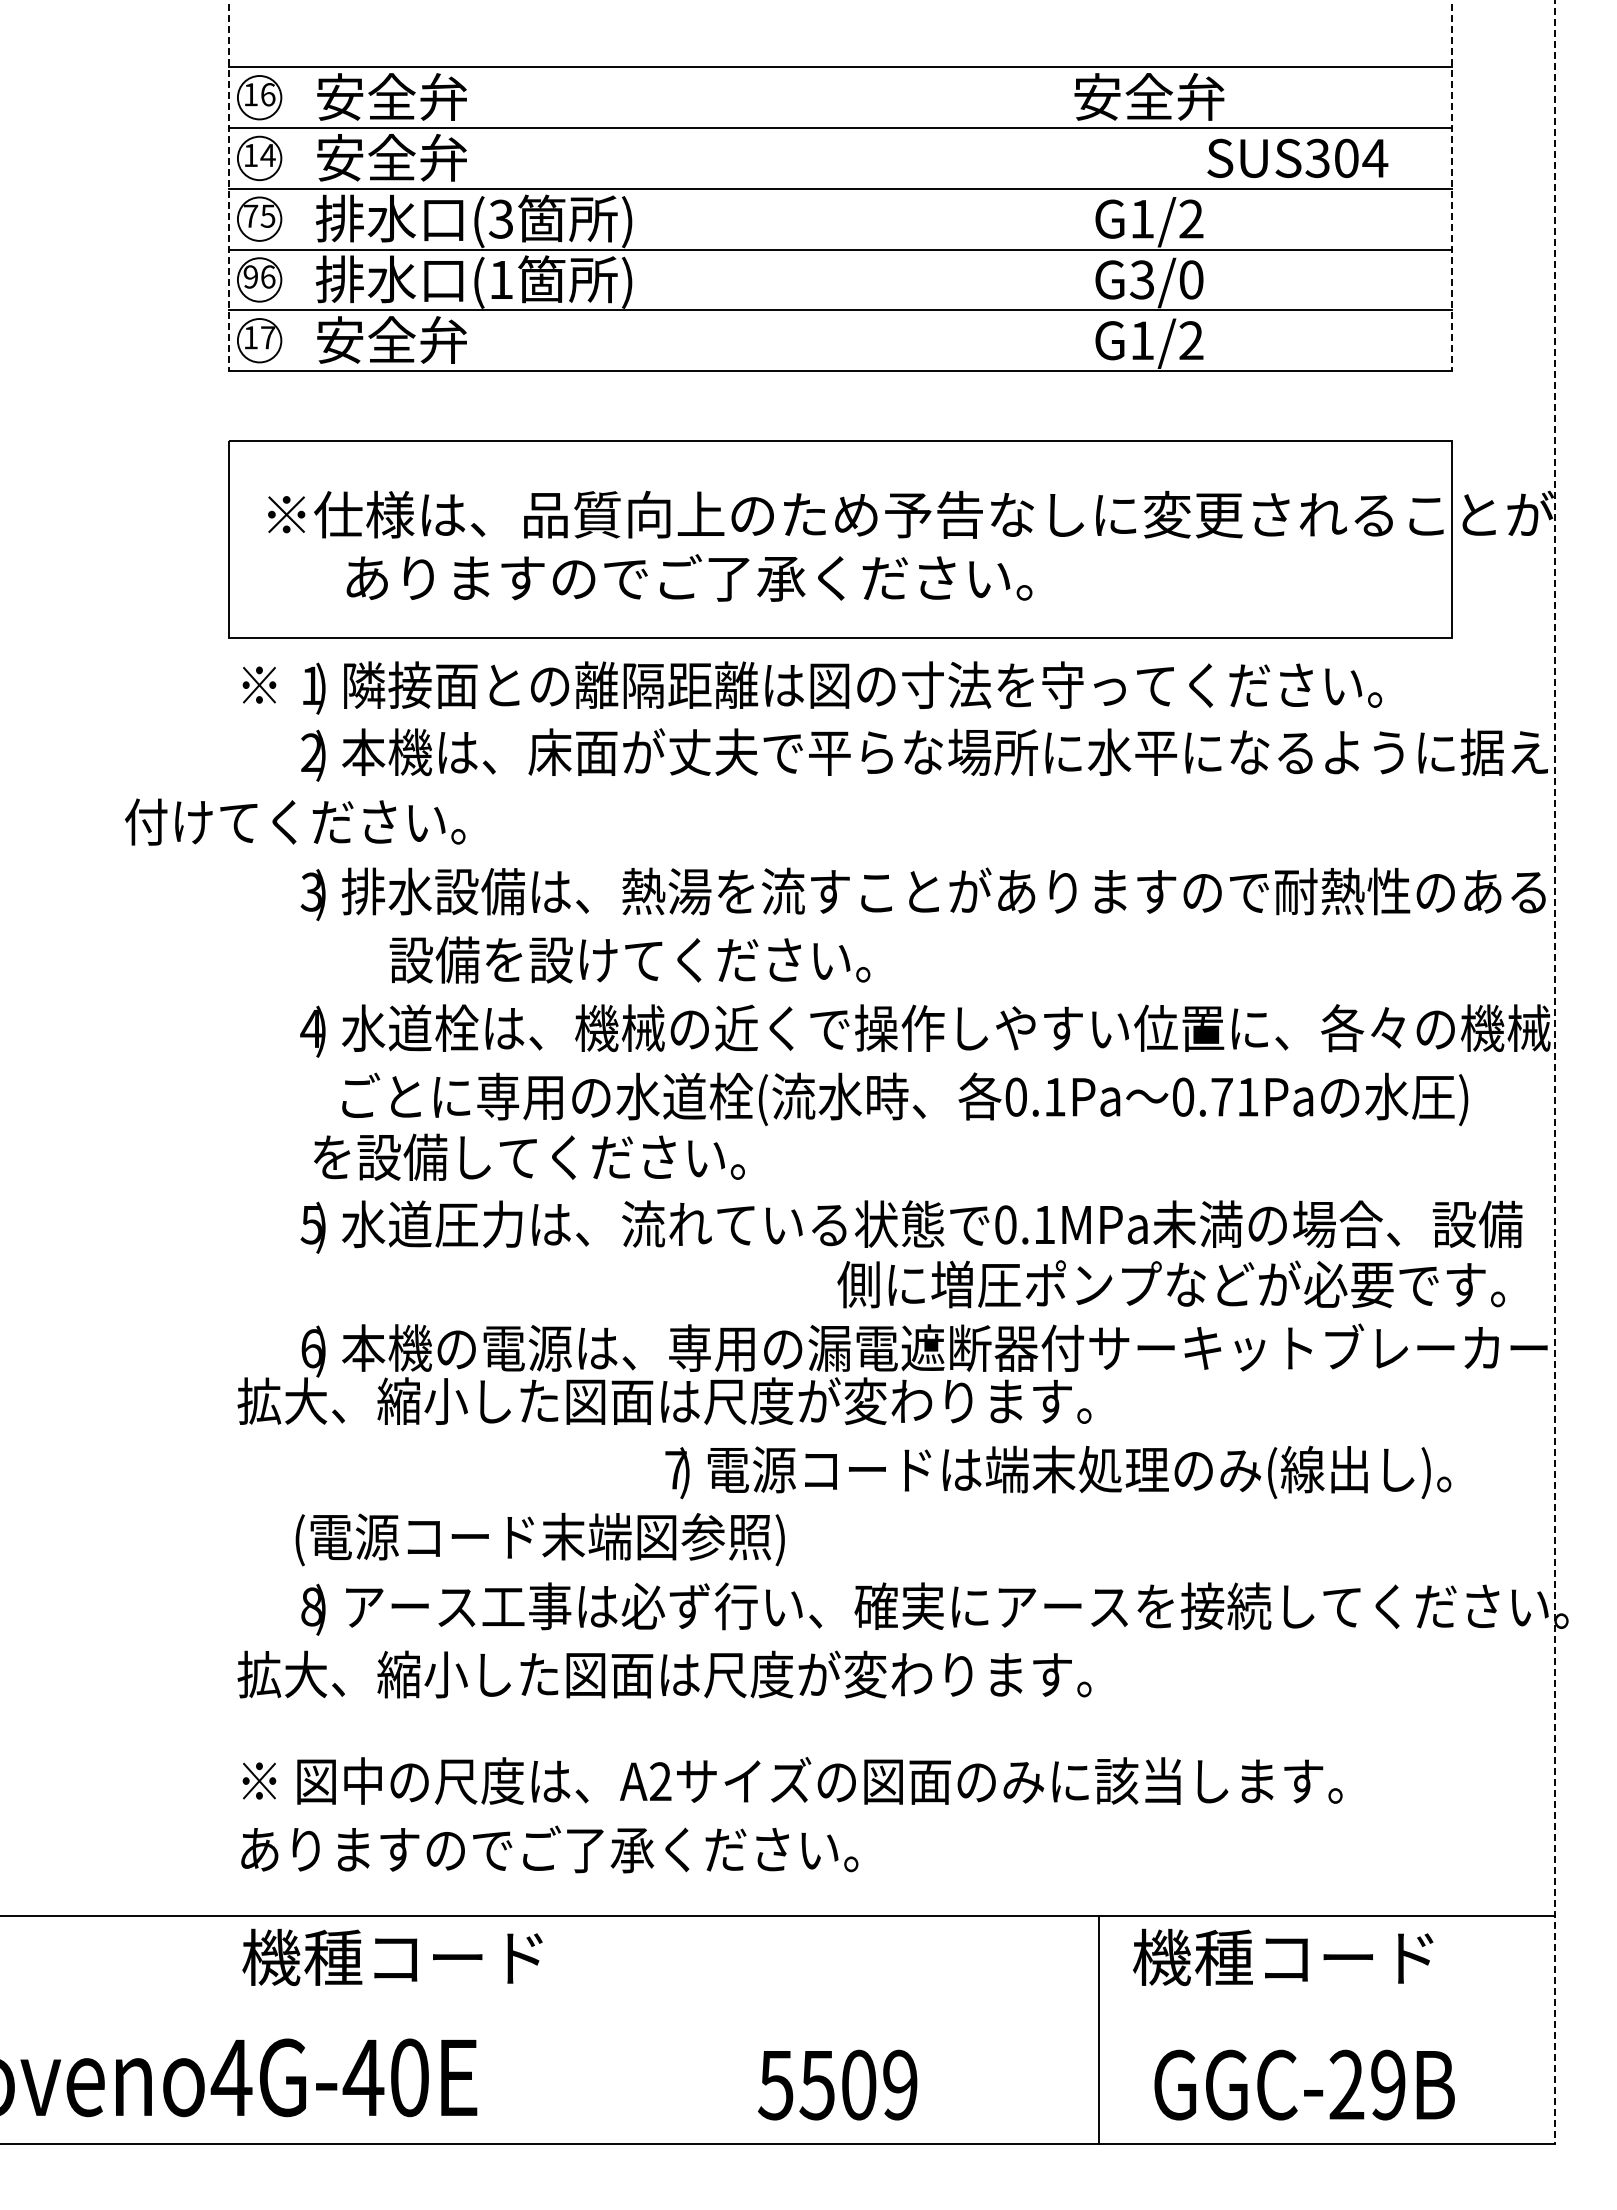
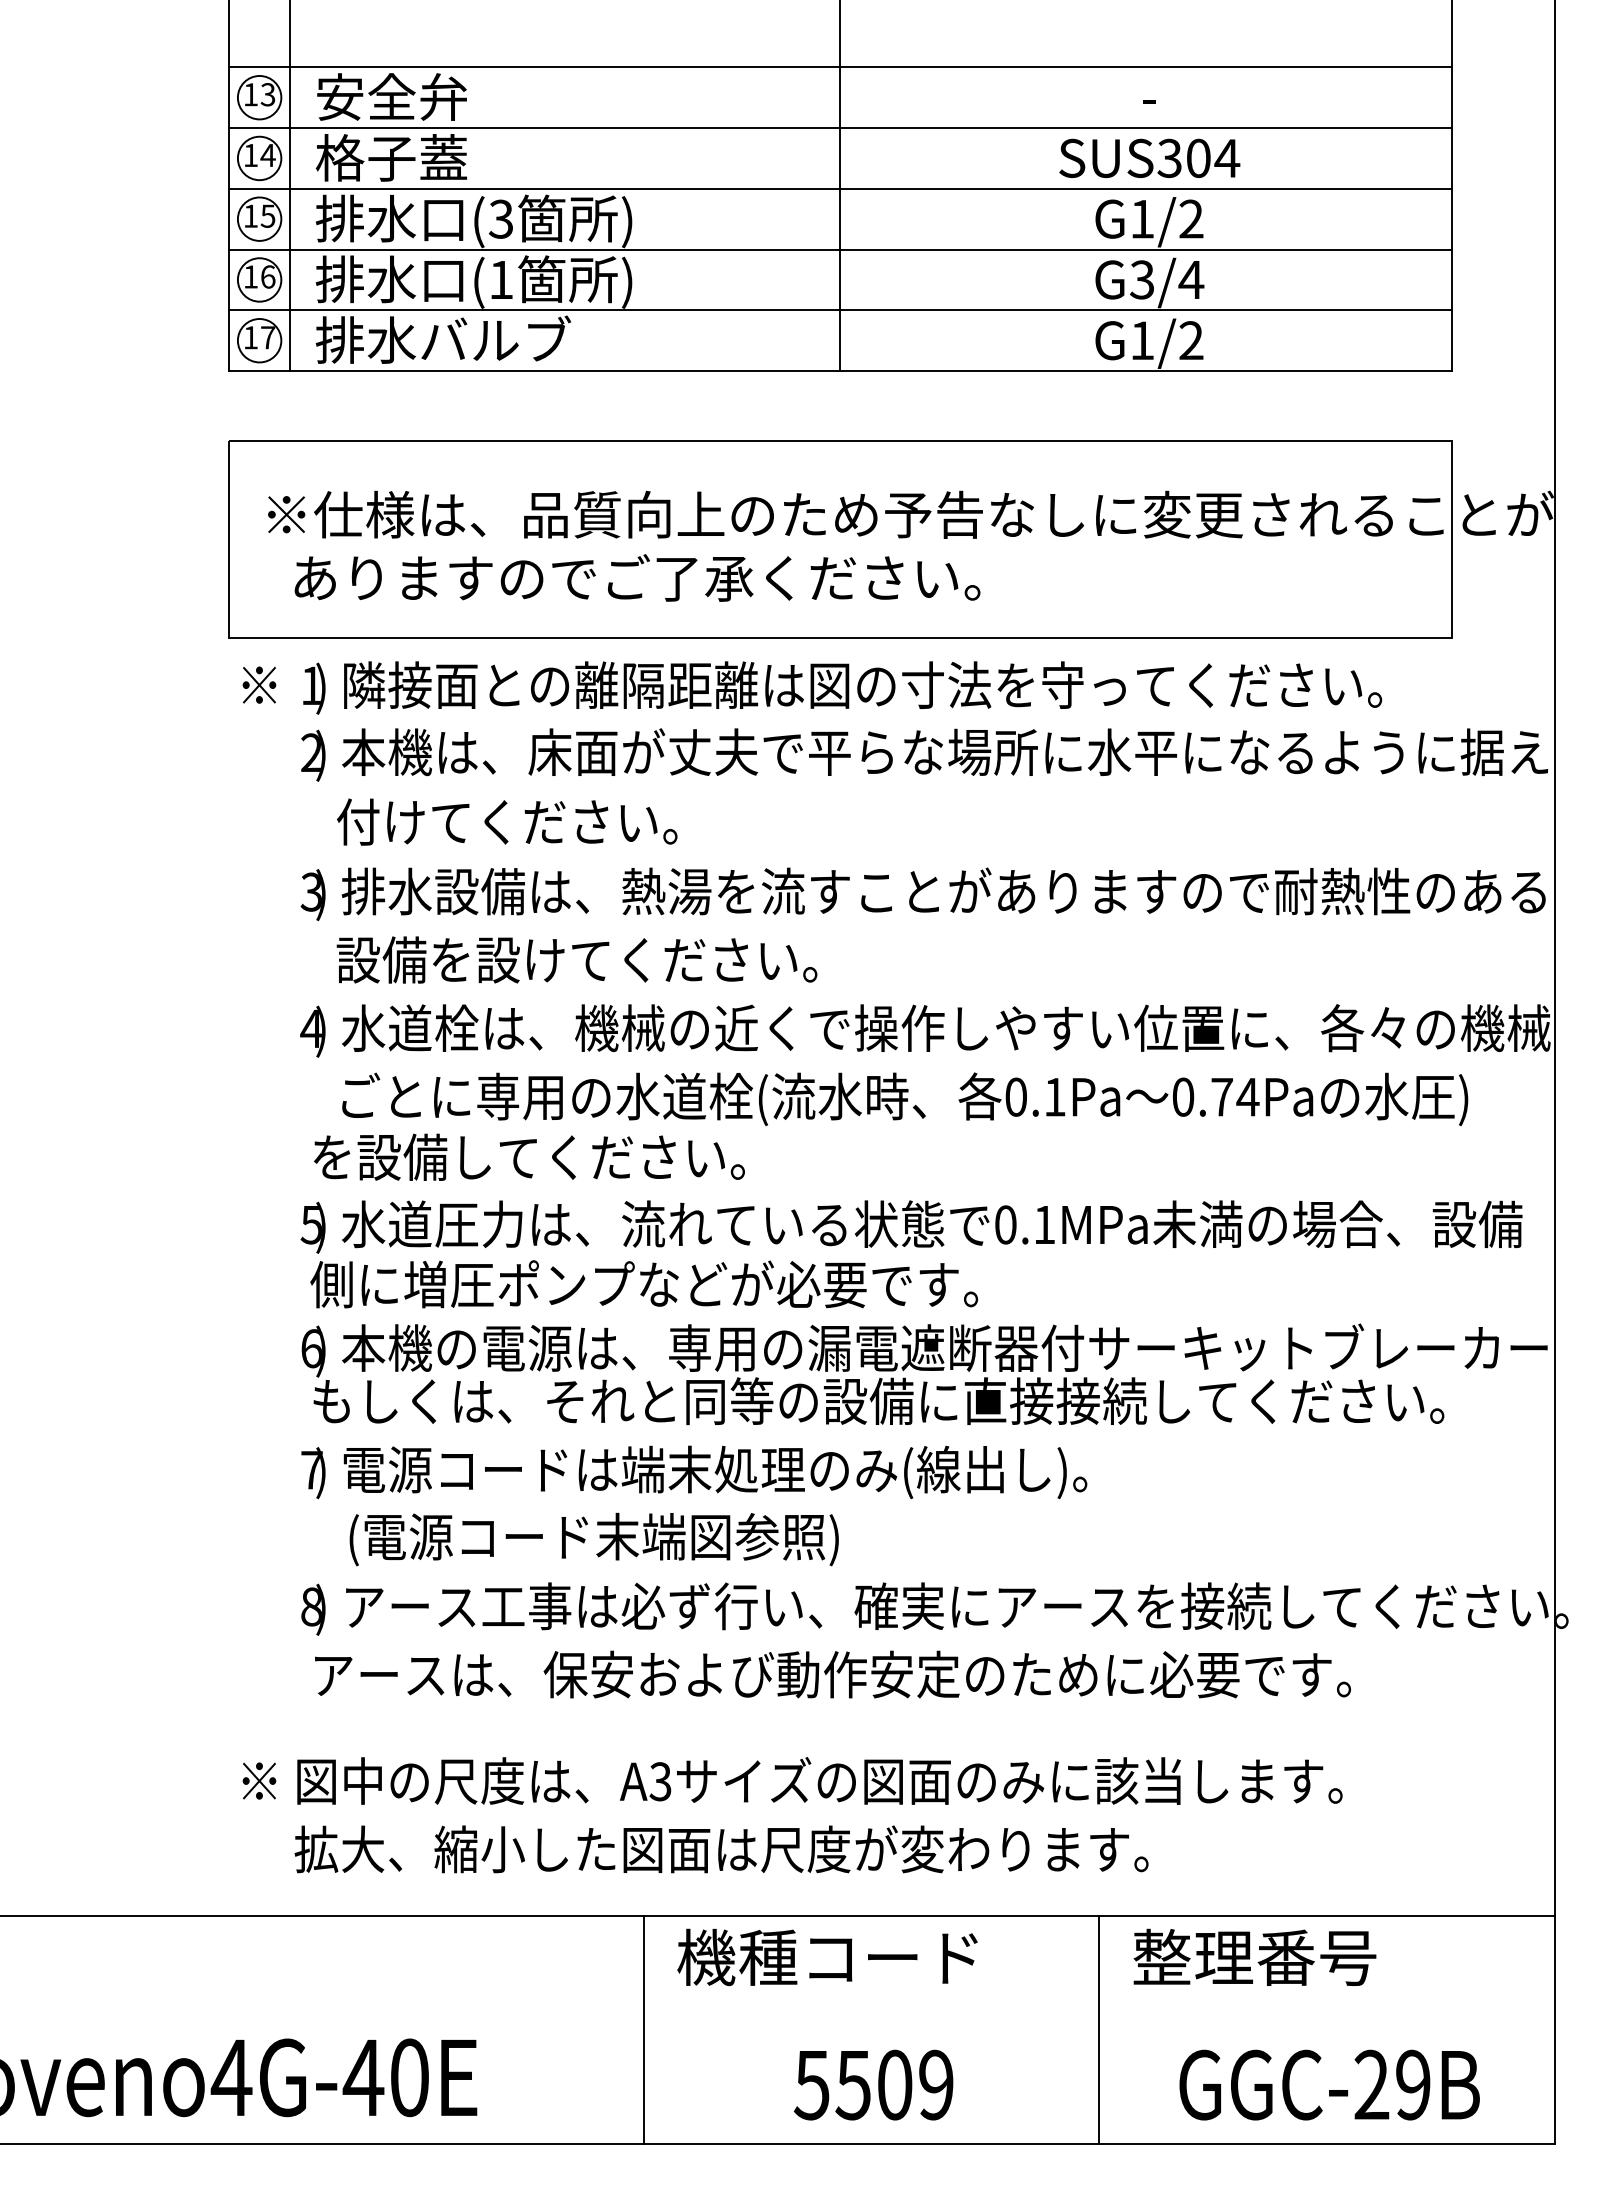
text at (267, 94): 16 -> 13
text at (1149, 96): 安全弁 -> -
text at (391, 157): 安全弁 -> 格子蓋
text at (1297, 157) position: (1297, 157) -> (1149, 157)
line at (229, 186): dashed -> solid
line at (290, 186): none -> present
line at (840, 186): none -> present
line at (1451, 186): dashed -> solid
text at (251, 215): 75 -> 15
text at (250, 276): 96 -> 16
text at (1191, 279): G3/0 -> G3/4
text at (443, 339): 安全弁 -> 排水バルブ
text at (689, 577) position: (689, 577) -> (637, 577)
text at (295, 821) position: (295, 821) -> (507, 821)
text at (629, 959) position: (629, 959) -> (576, 959)
line at (1554, 1071): dashed -> solid
text at (1247, 1097): 0.71Pa -> 0.74Pa
text at (1171, 1284) position: (1171, 1284) -> (644, 1284)
text at (840, 1401): 拡大、縮小した図面は尺度が変わります。 -> もしくは、それと同等の設備に直接接続してください。
text at (1058, 1472) position: (1058, 1472) -> (694, 1472)
text at (539, 1539) position: (539, 1539) -> (593, 1539)
text at (794, 1674): 拡大、縮小した図面は尺度が変わります。 -> アースは、保安および動作安定のために必要です。
text at (660, 1781): A2 -> A3
text at (694, 1849): ありますのでご了承ください。 -> 拡大、縮小した図面は尺度が変わります。
text at (392, 1956) position: (392, 1956) -> (827, 1956)
text at (1283, 1957): 機種コード -> 整理番号
line at (643, 2029): none -> present
text at (837, 2084) position: (837, 2084) -> (873, 2084)
text at (1304, 2084) position: (1304, 2084) -> (1329, 2084)
